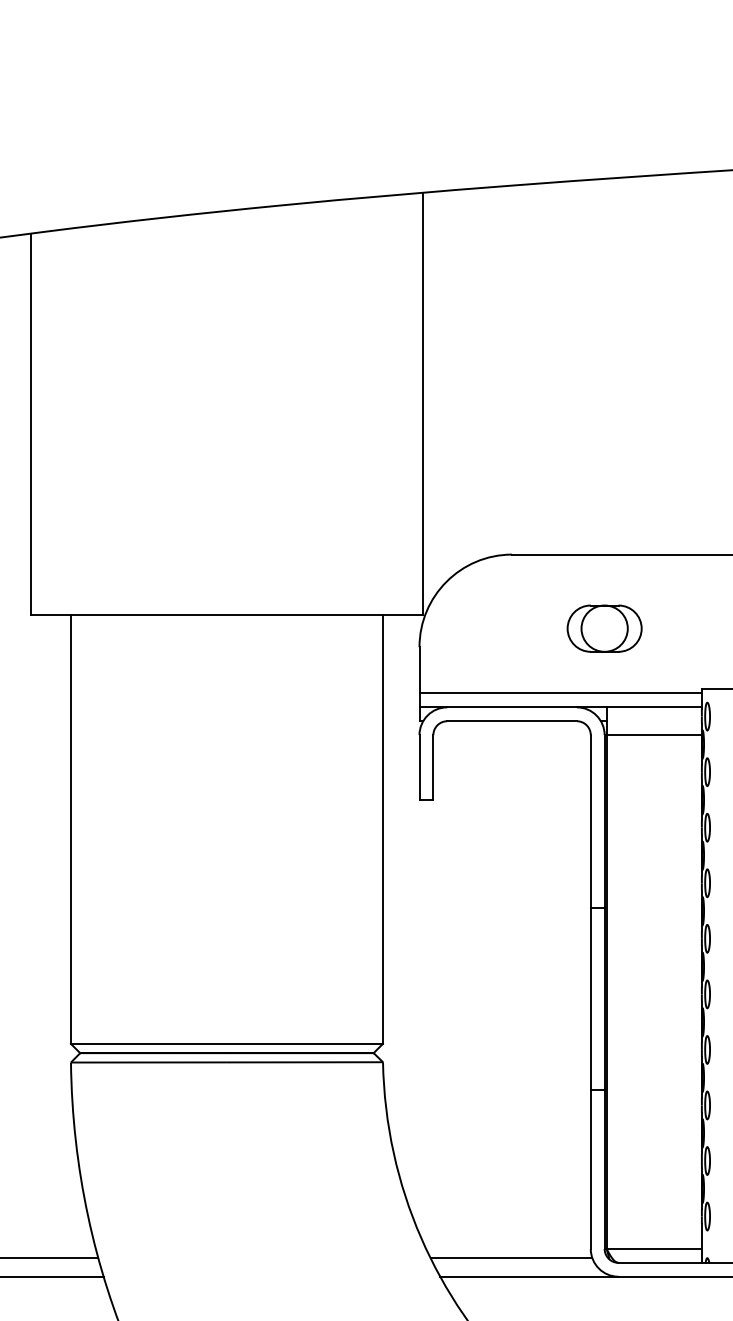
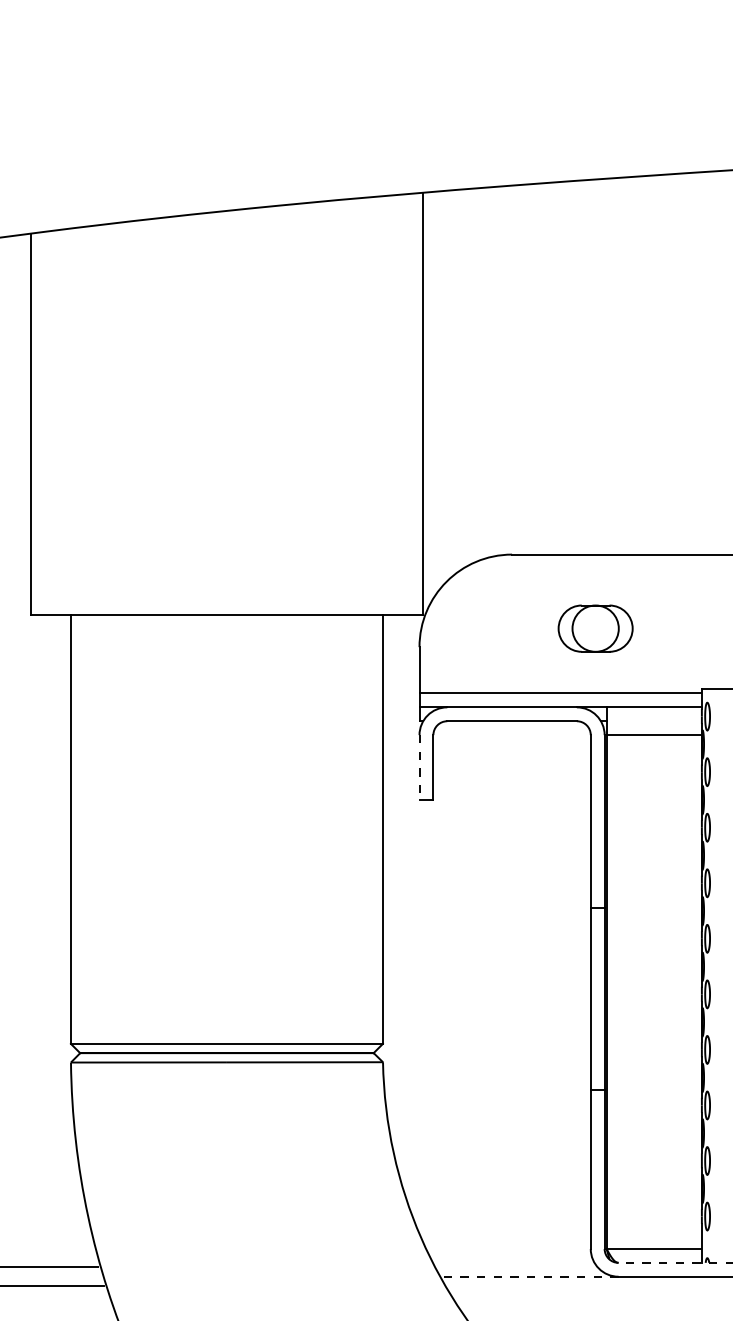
part at (604, 628) position: (604, 628) -> (595, 628)
line at (419, 768): solid -> dashed
line at (50, 1258) position: (50, 1258) -> (50, 1267)
line at (511, 1258): present -> none
line at (675, 1262): solid -> dashed
line at (52, 1276) position: (52, 1276) -> (52, 1285)
line at (528, 1276): solid -> dashed
